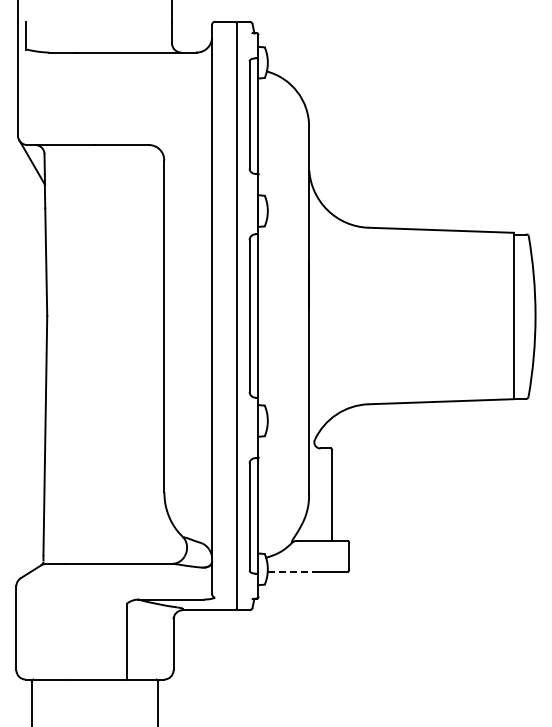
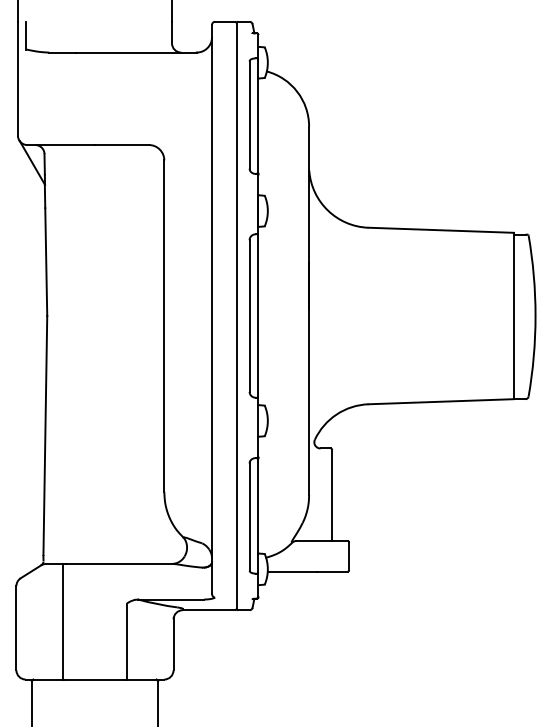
line at (292, 571): dashed -> solid
line at (63, 621): none -> present
